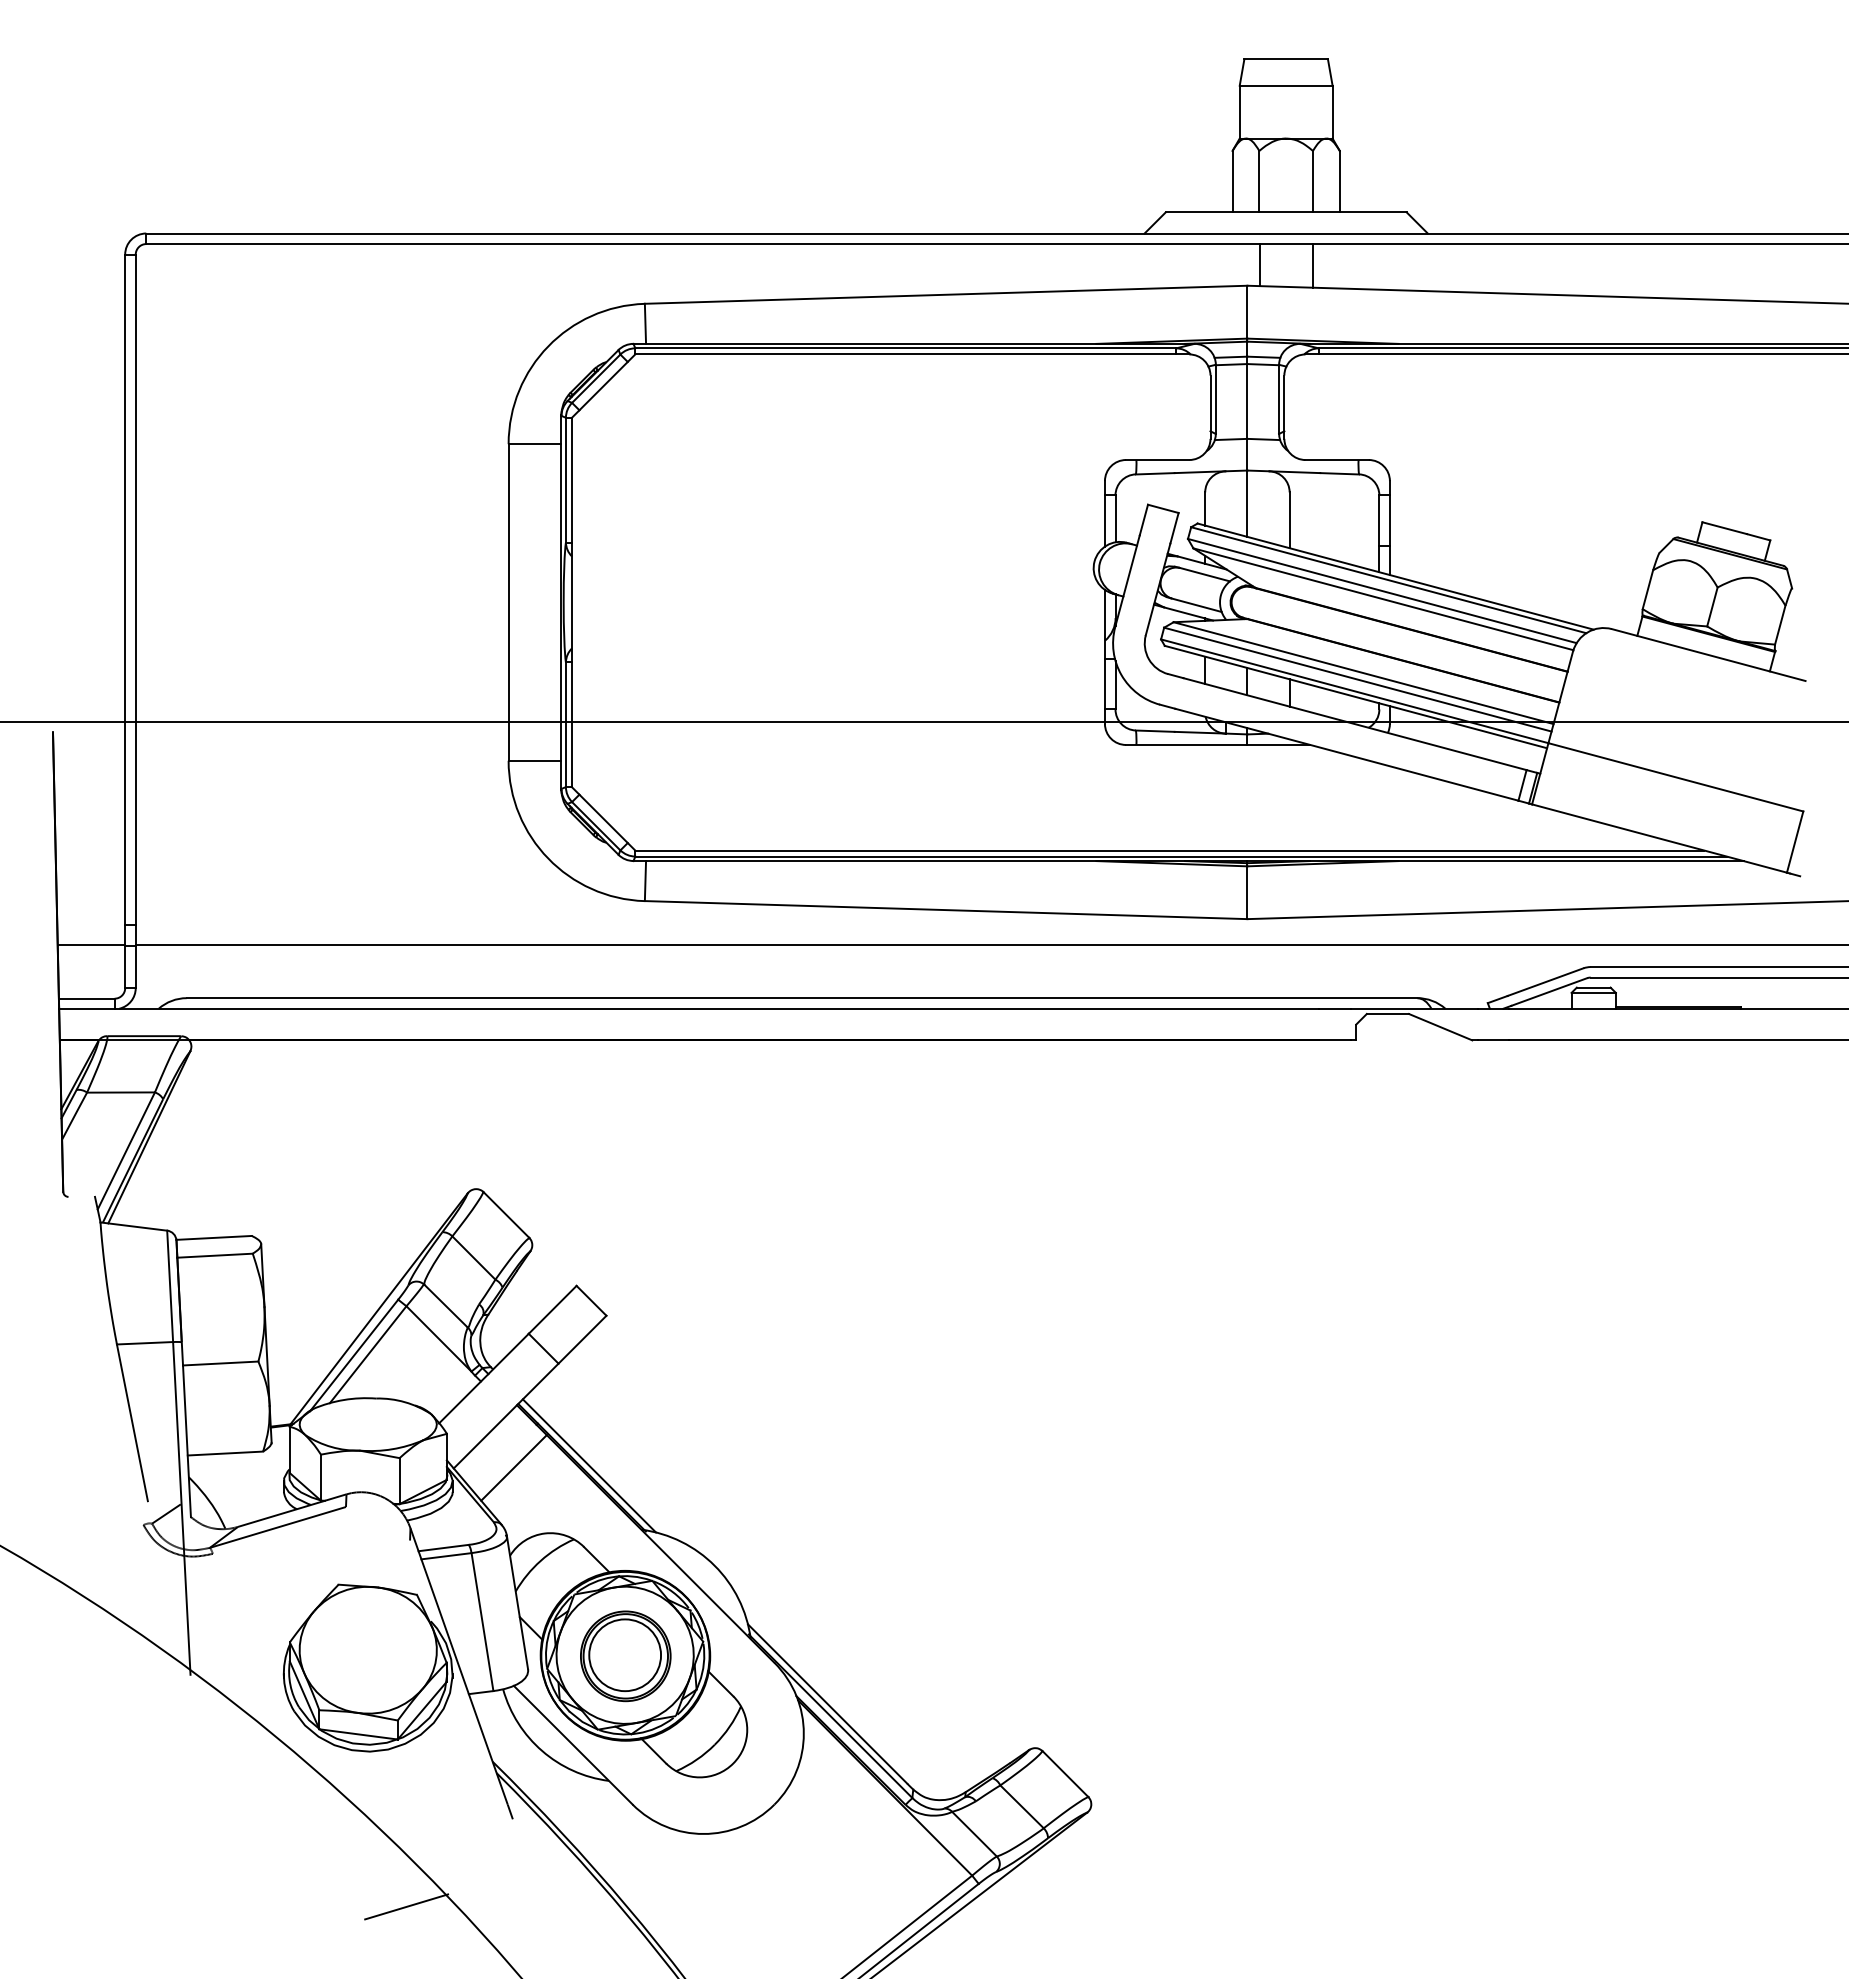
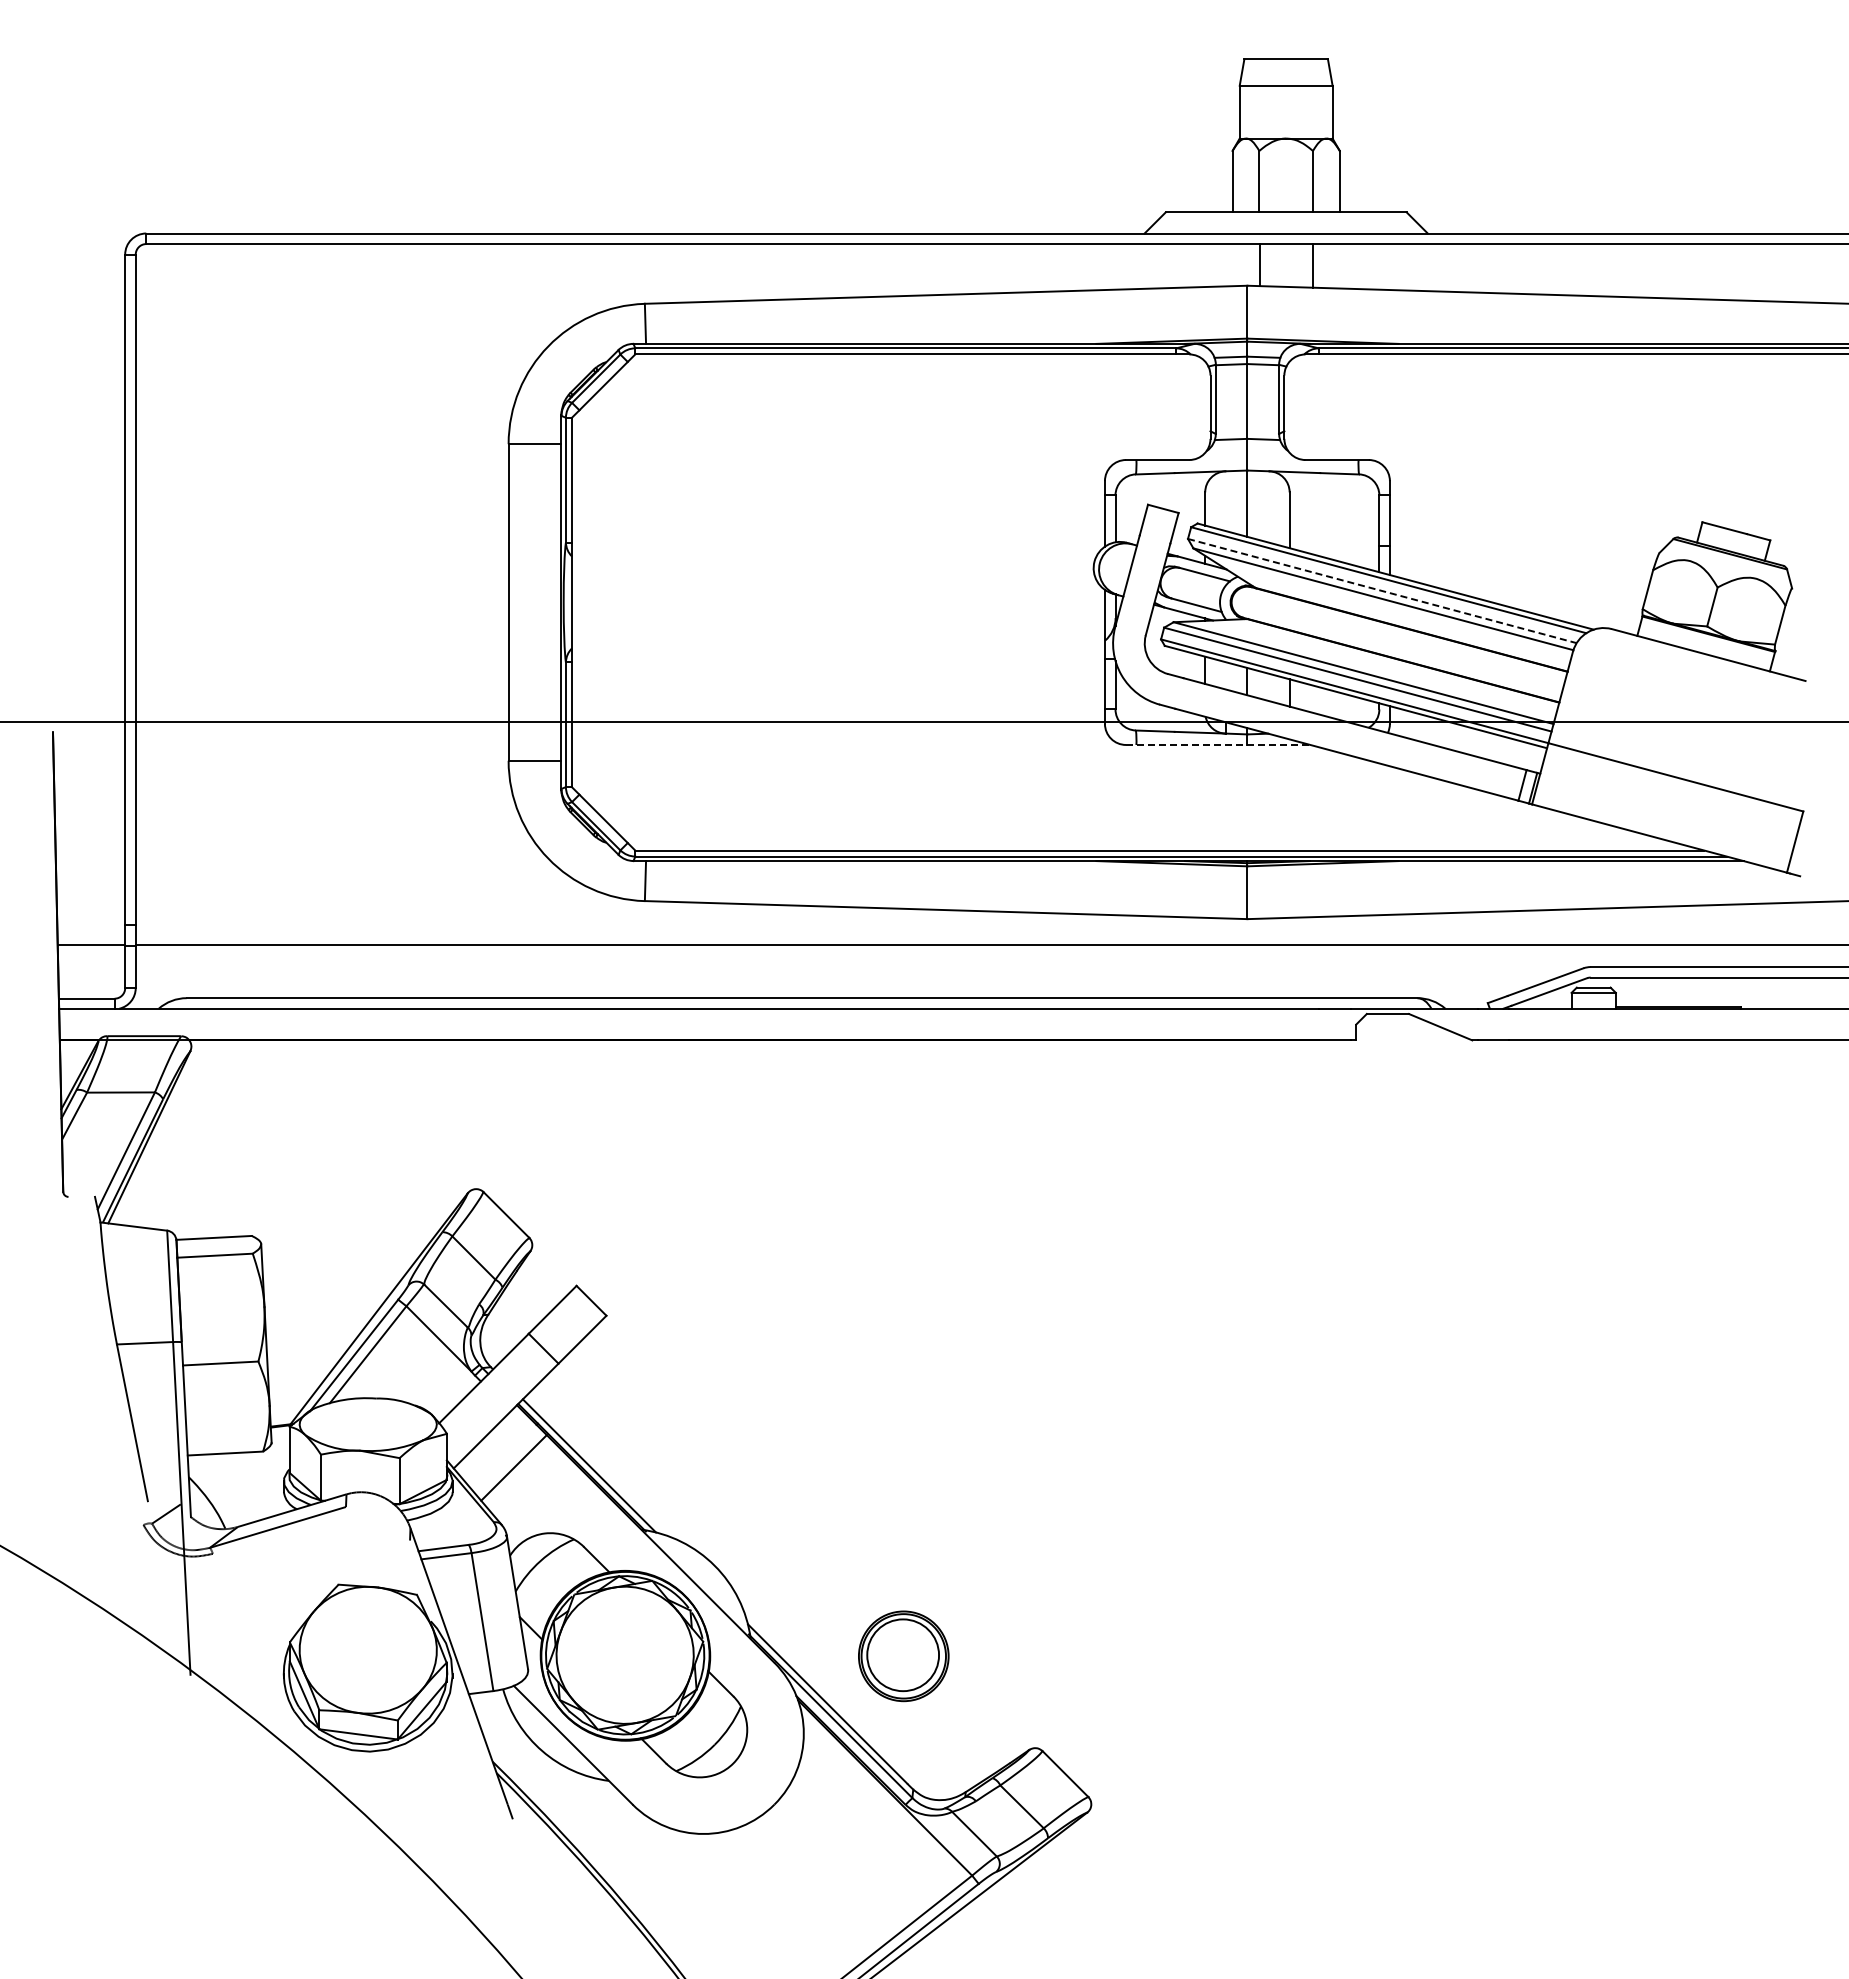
line at (1382, 591): solid -> dashed
line at (1218, 744): solid -> dashed
part at (625, 1656) position: (625, 1656) -> (903, 1656)
line at (406, 1906): present -> none
